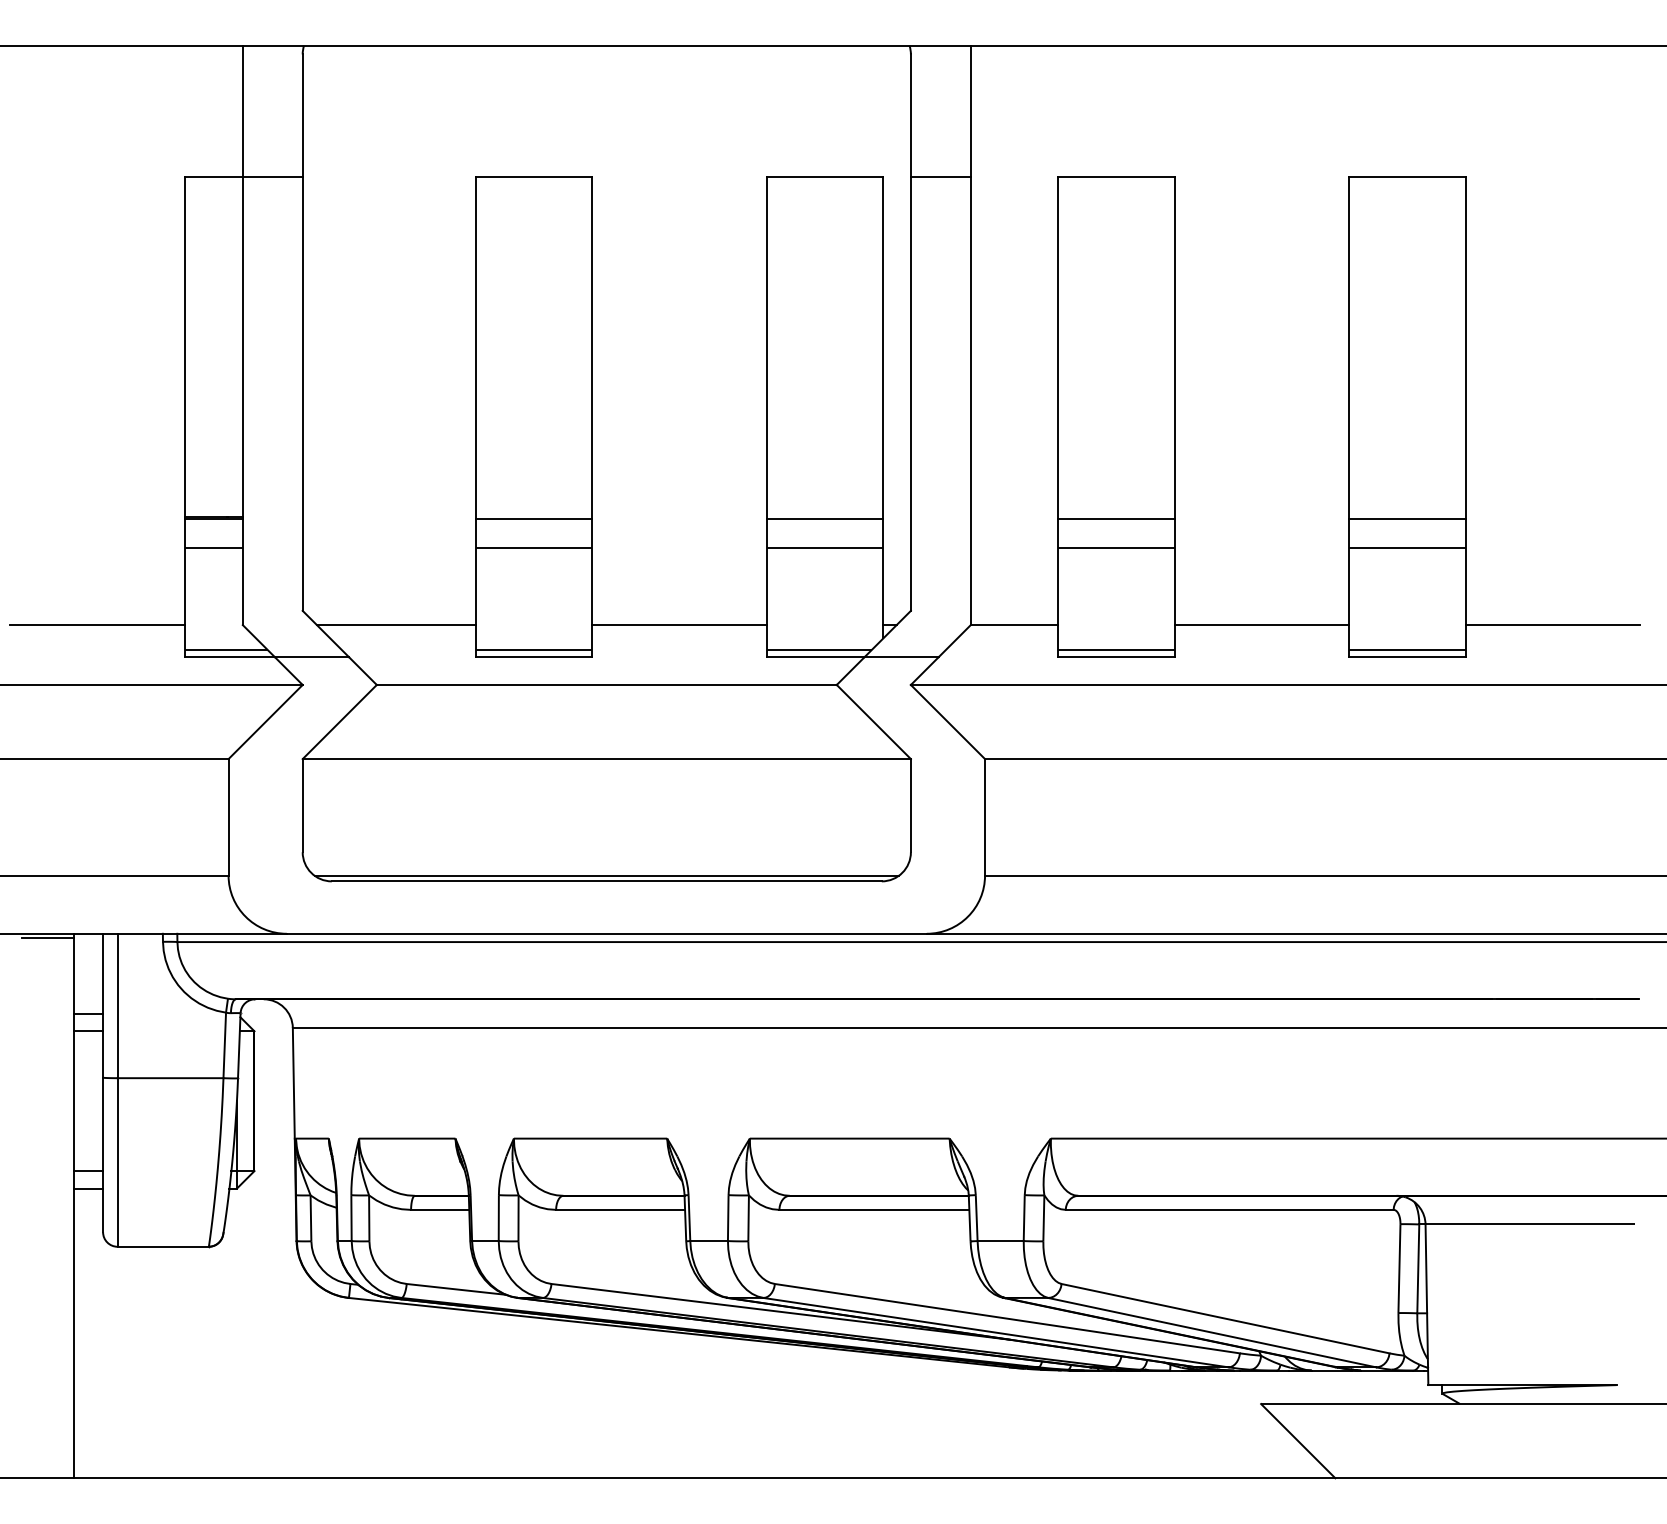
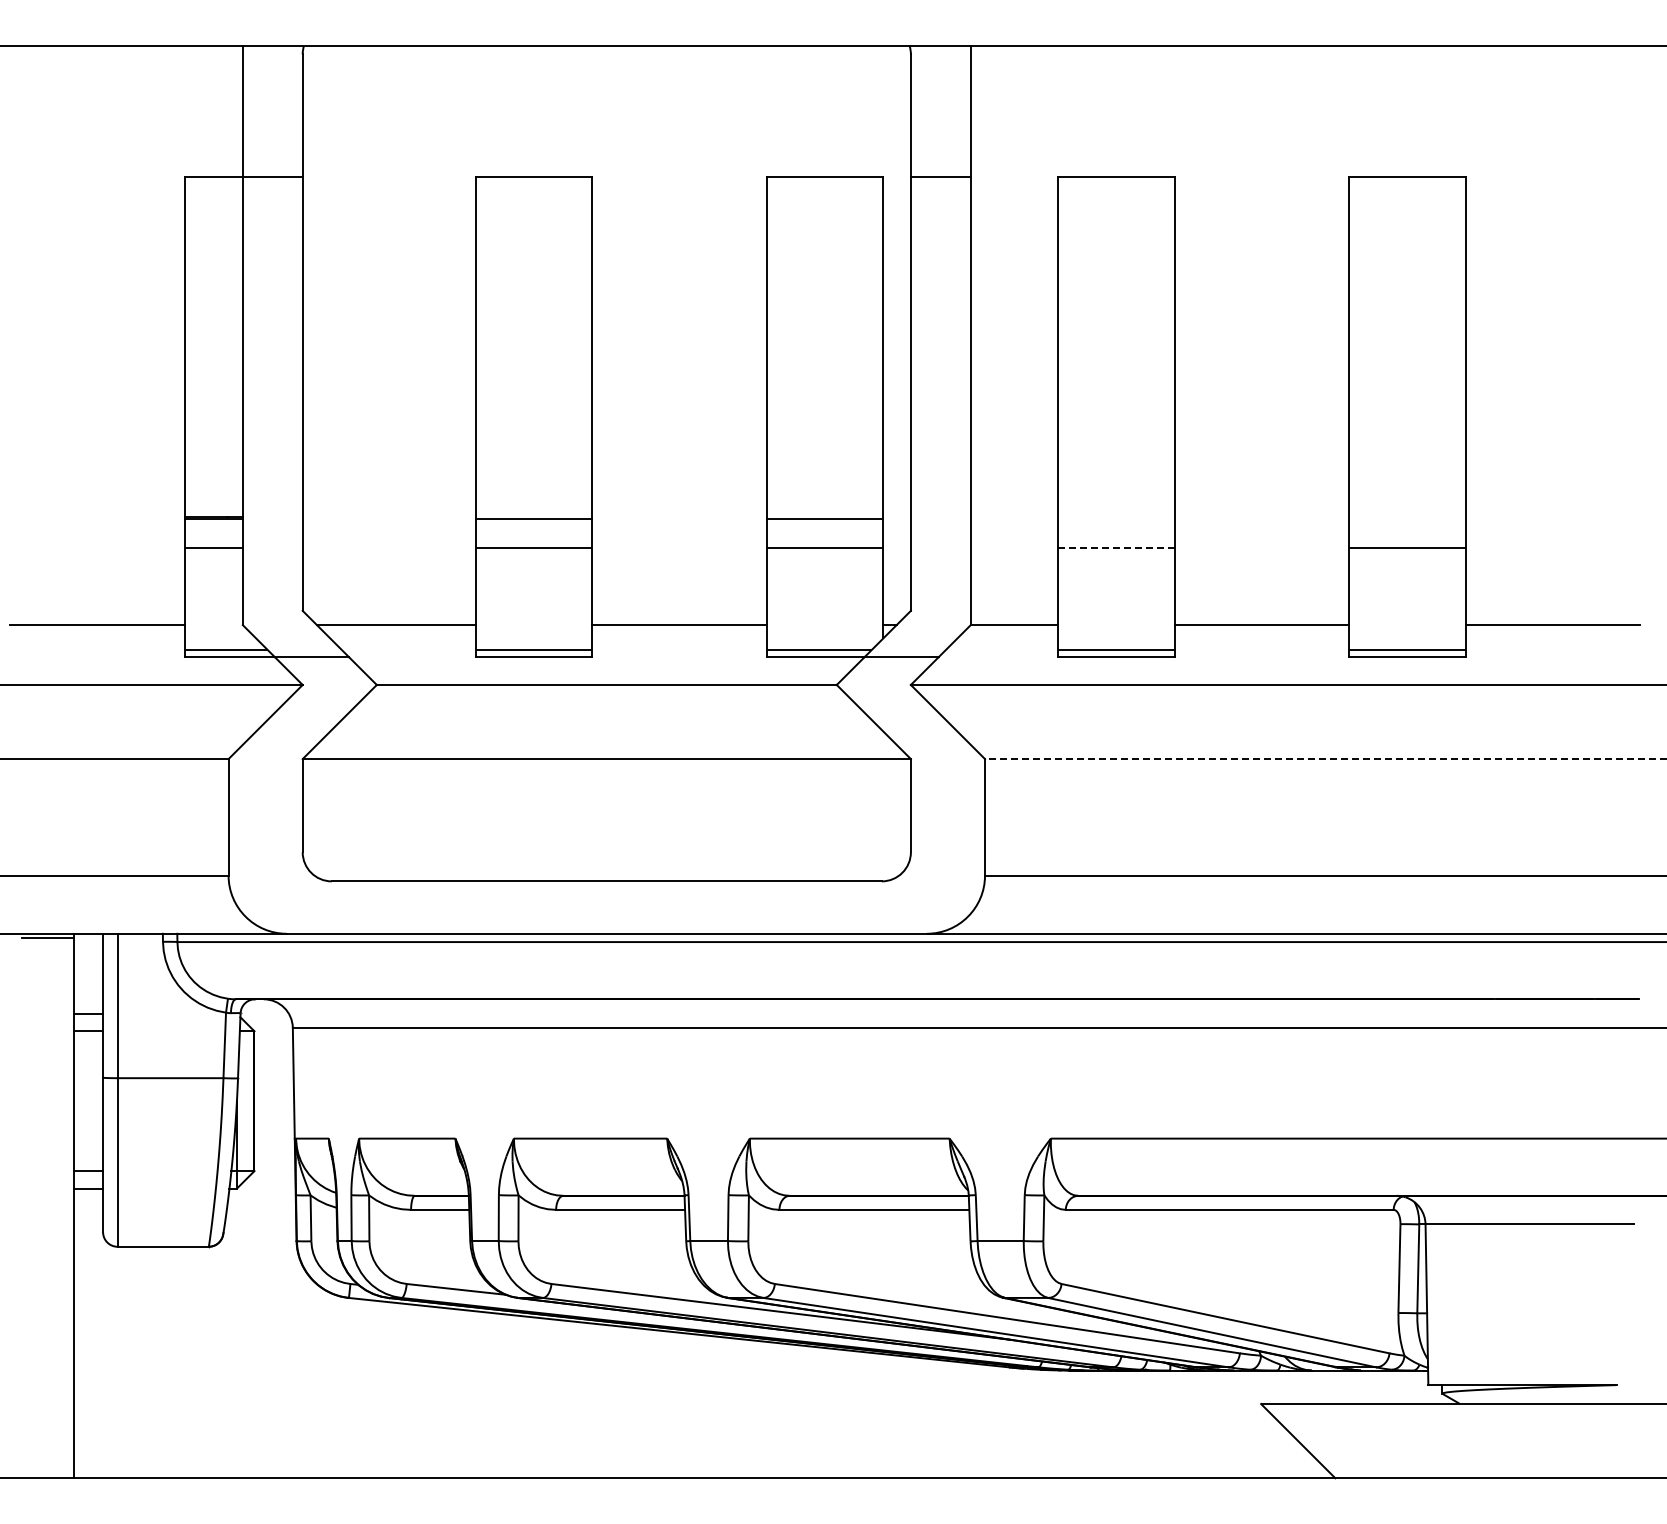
line at (1116, 518): present -> none
line at (1407, 518): present -> none
line at (1116, 547): solid -> dashed
line at (1325, 759): solid -> dashed
line at (606, 875): present -> none
